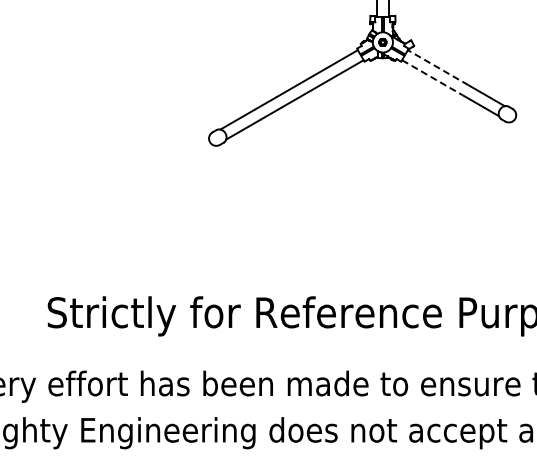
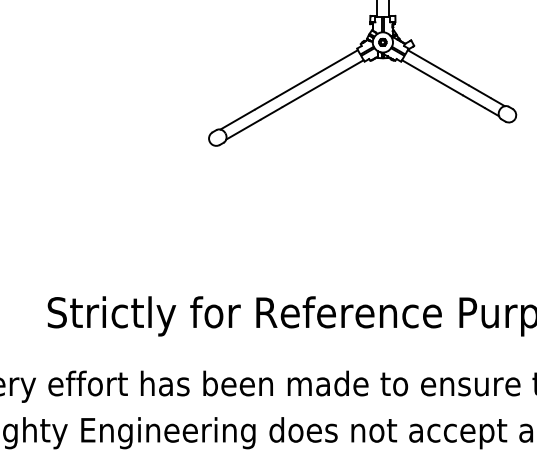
line at (438, 67): dashed -> solid
line at (432, 77): dashed -> solid
